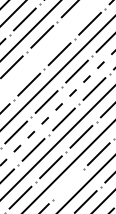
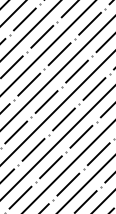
line at (48, 48): none -> present
line at (58, 107): dashed -> solid
line at (68, 184): none -> present
